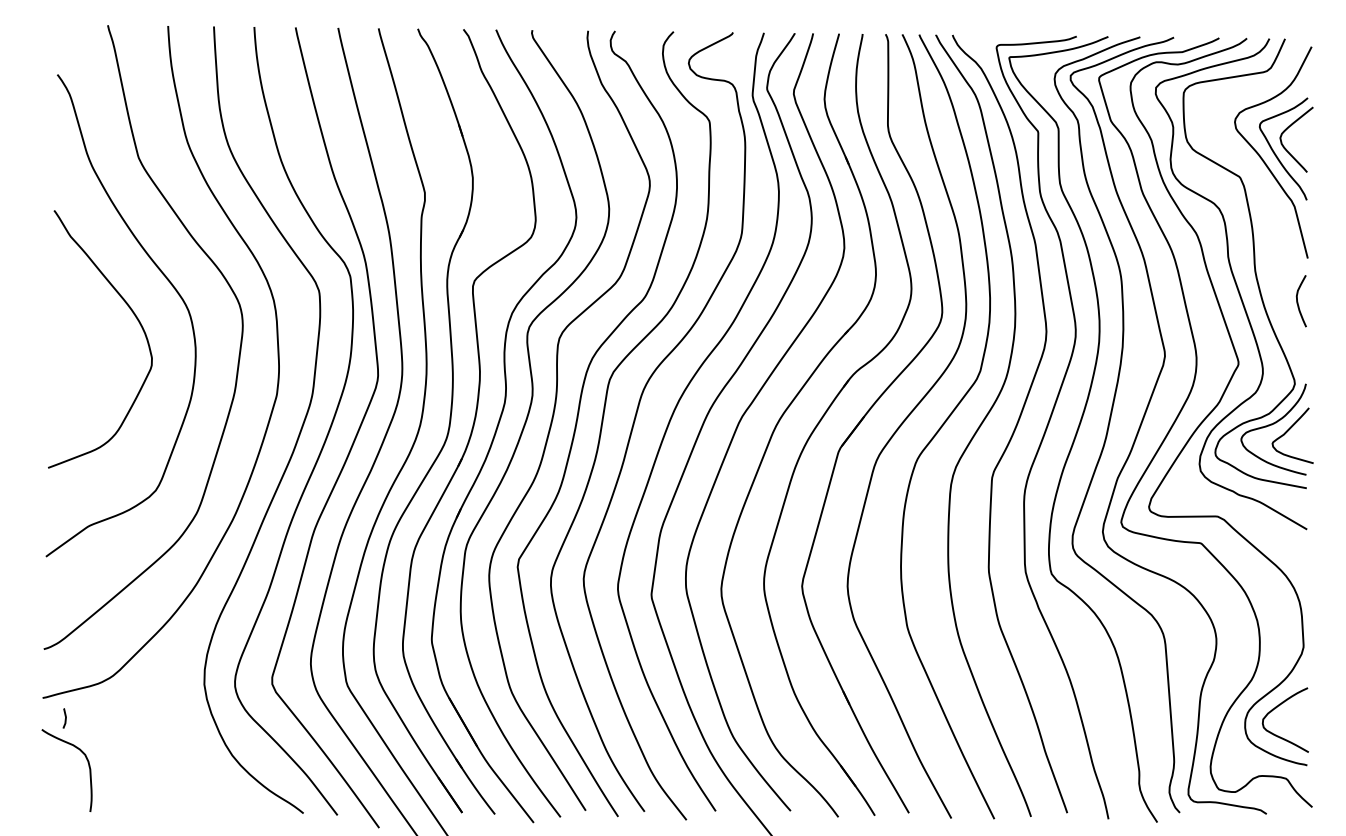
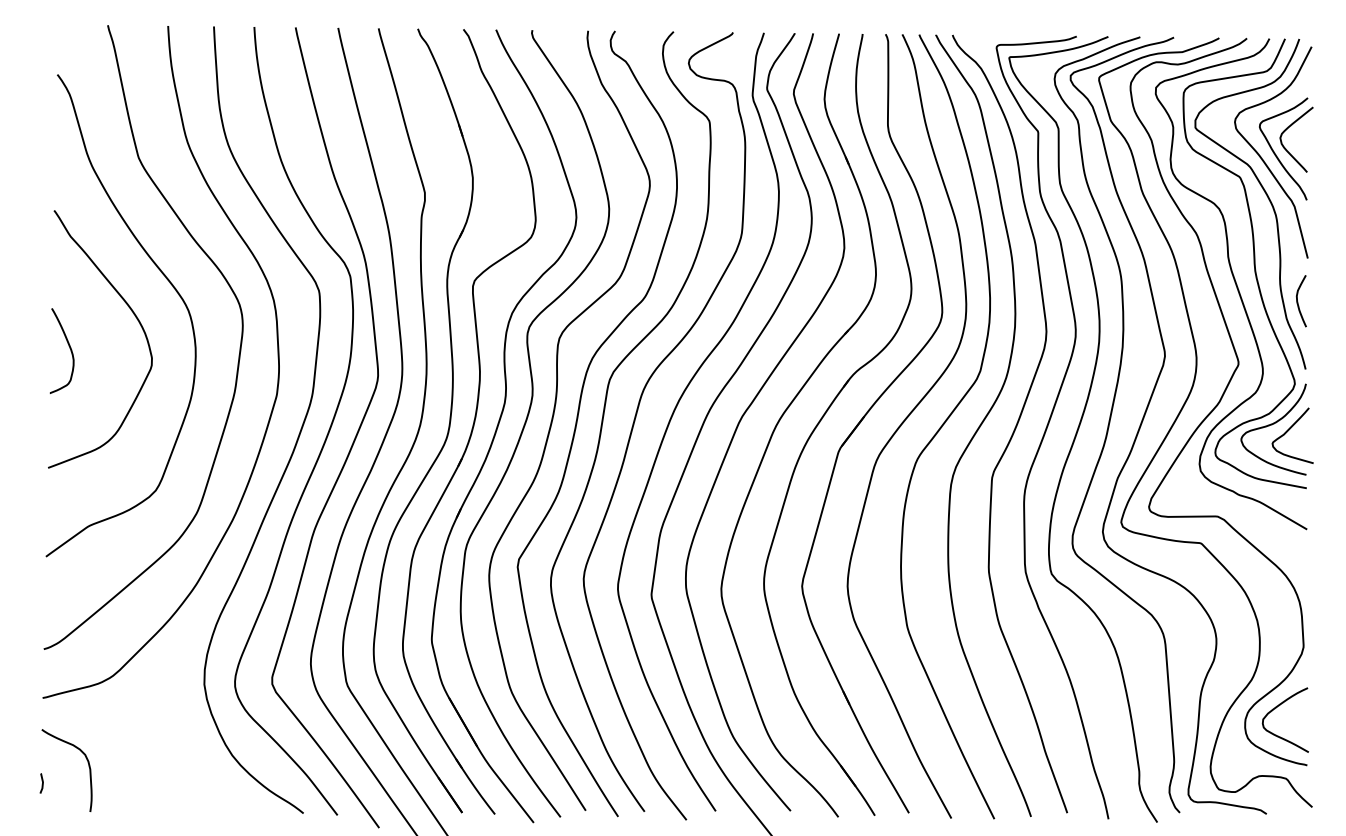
curve at (1266, 196): none -> present
curve at (68, 346): none -> present
curve at (65, 718) position: (65, 718) -> (42, 783)
